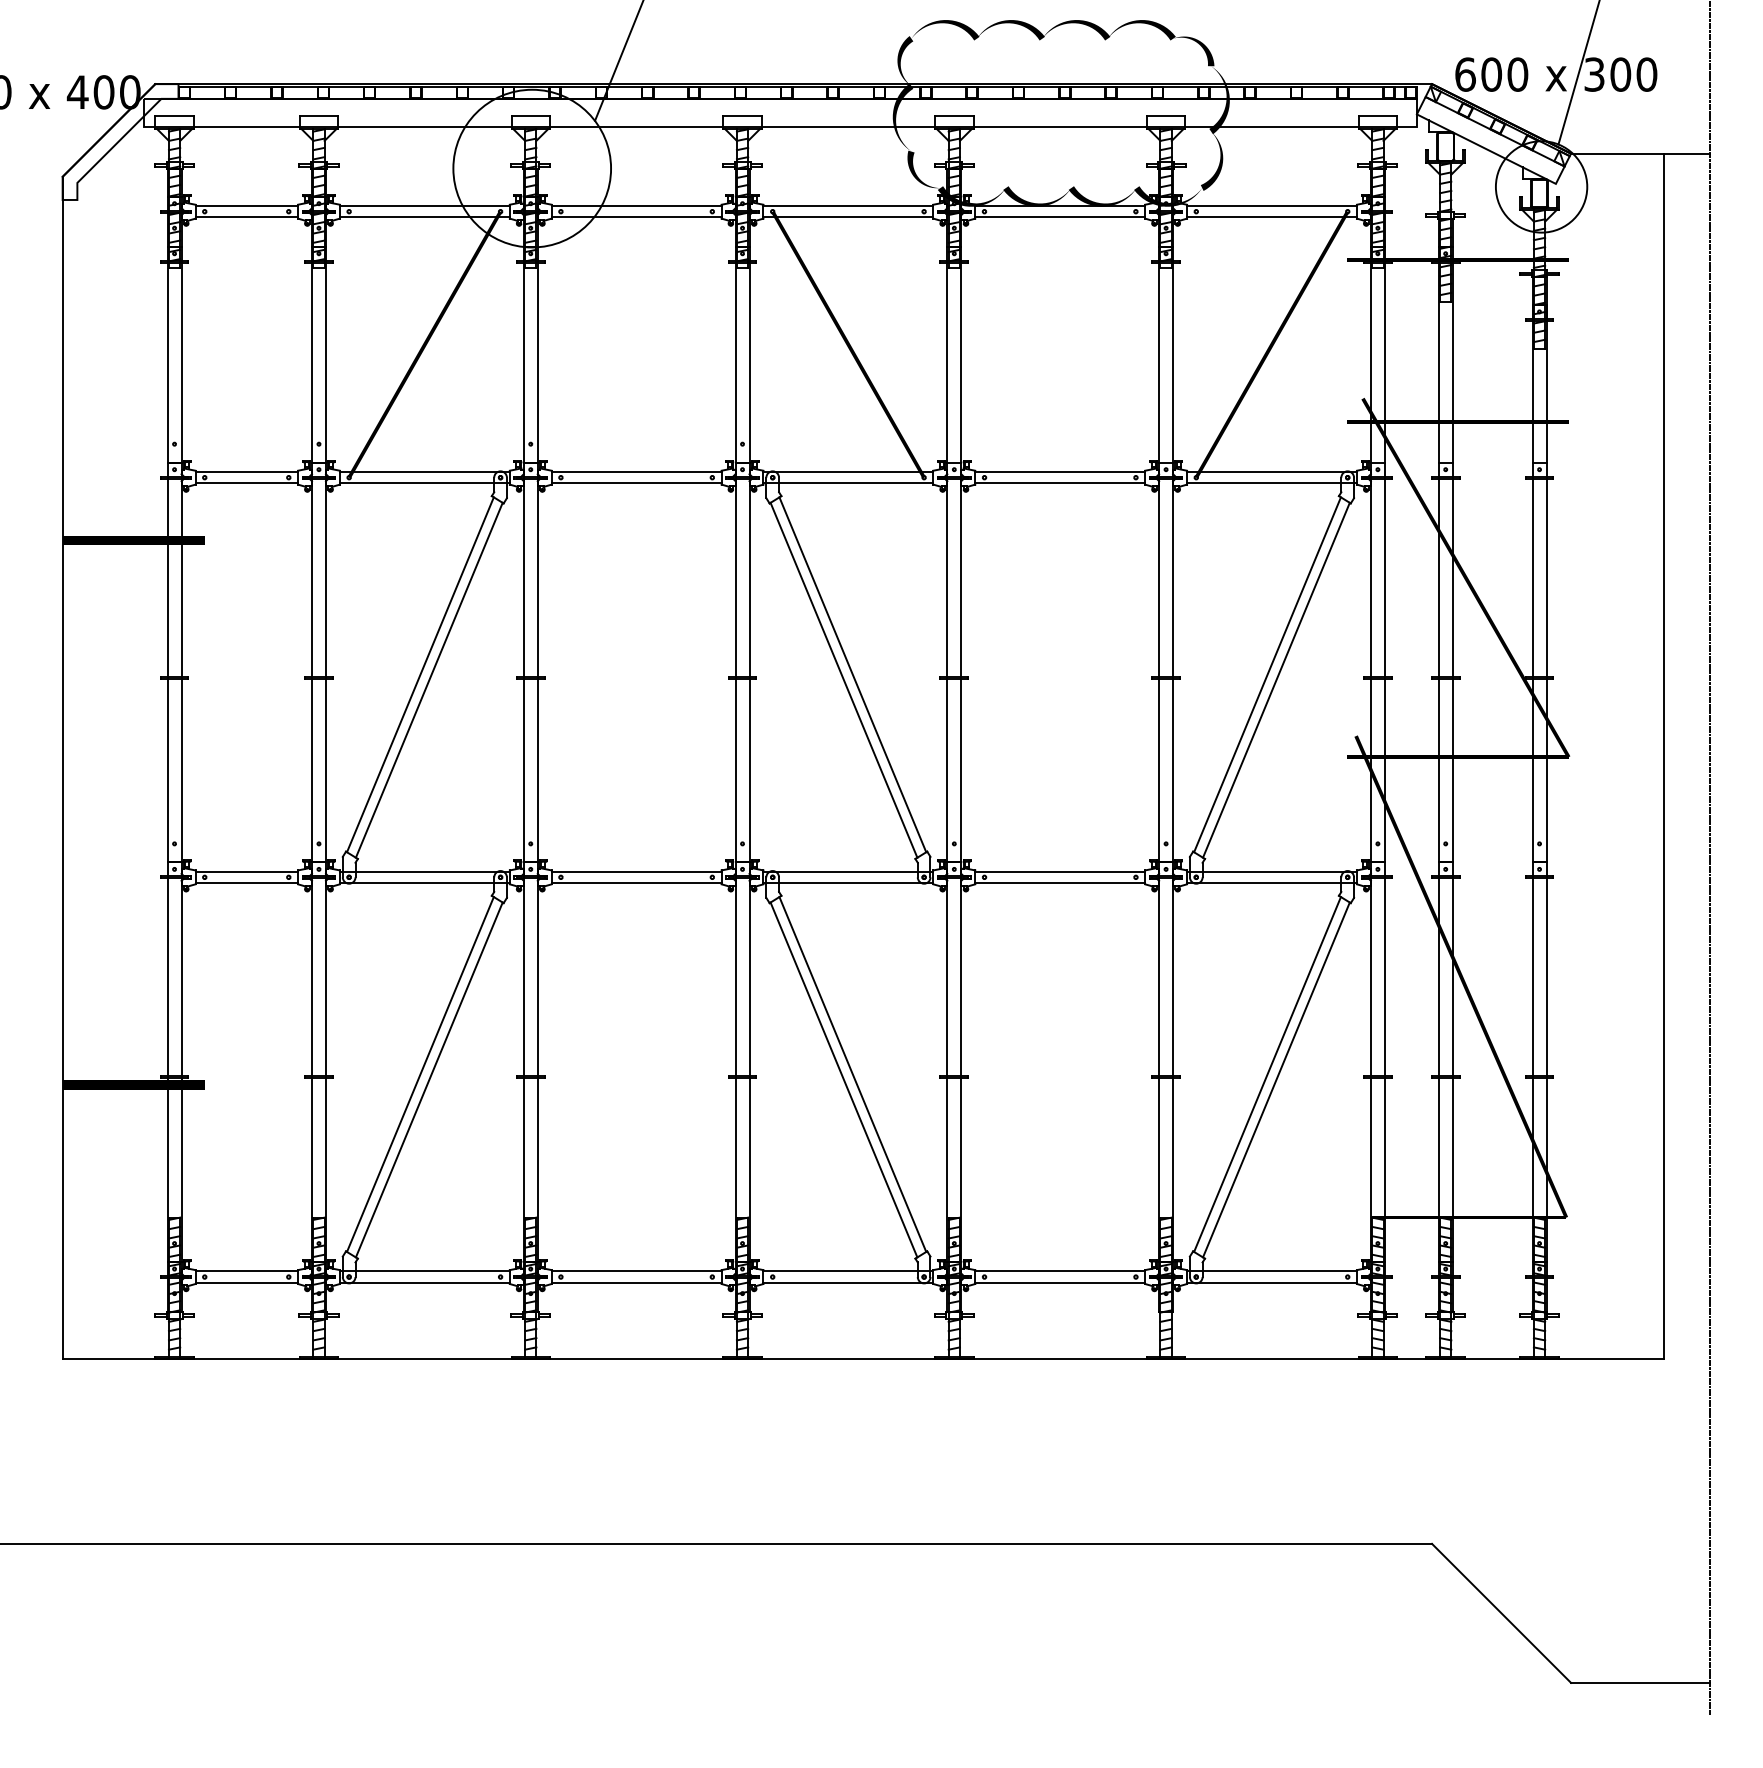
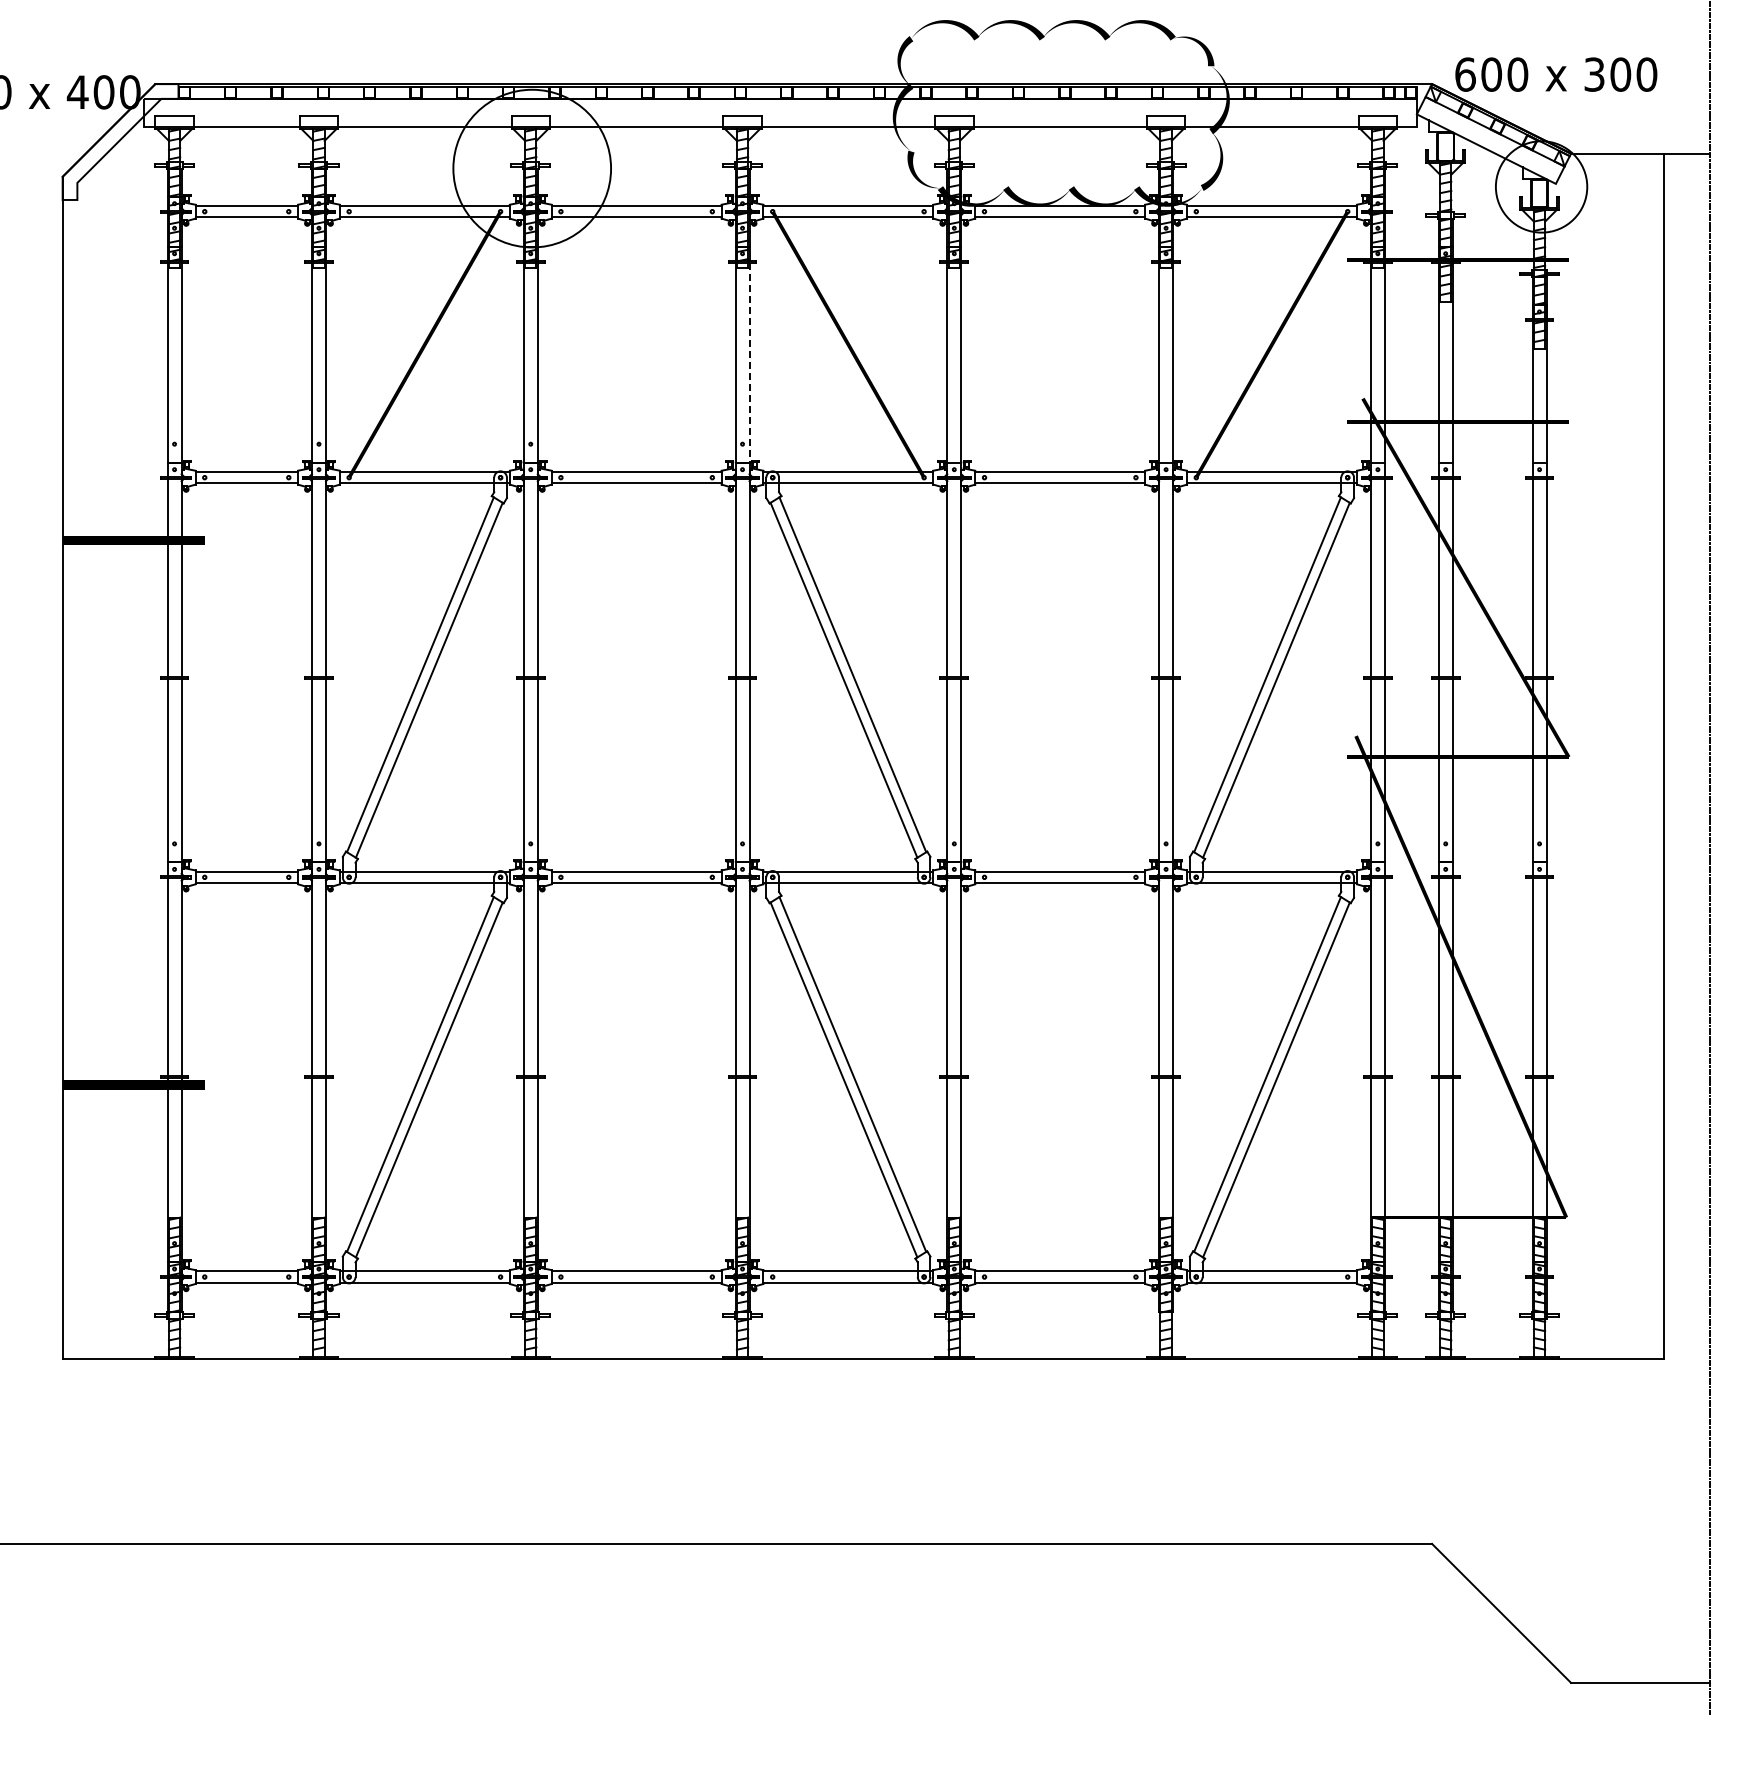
line at (618, 61): present -> none
line at (1578, 73): present -> none
line at (749, 362): solid -> dashed
